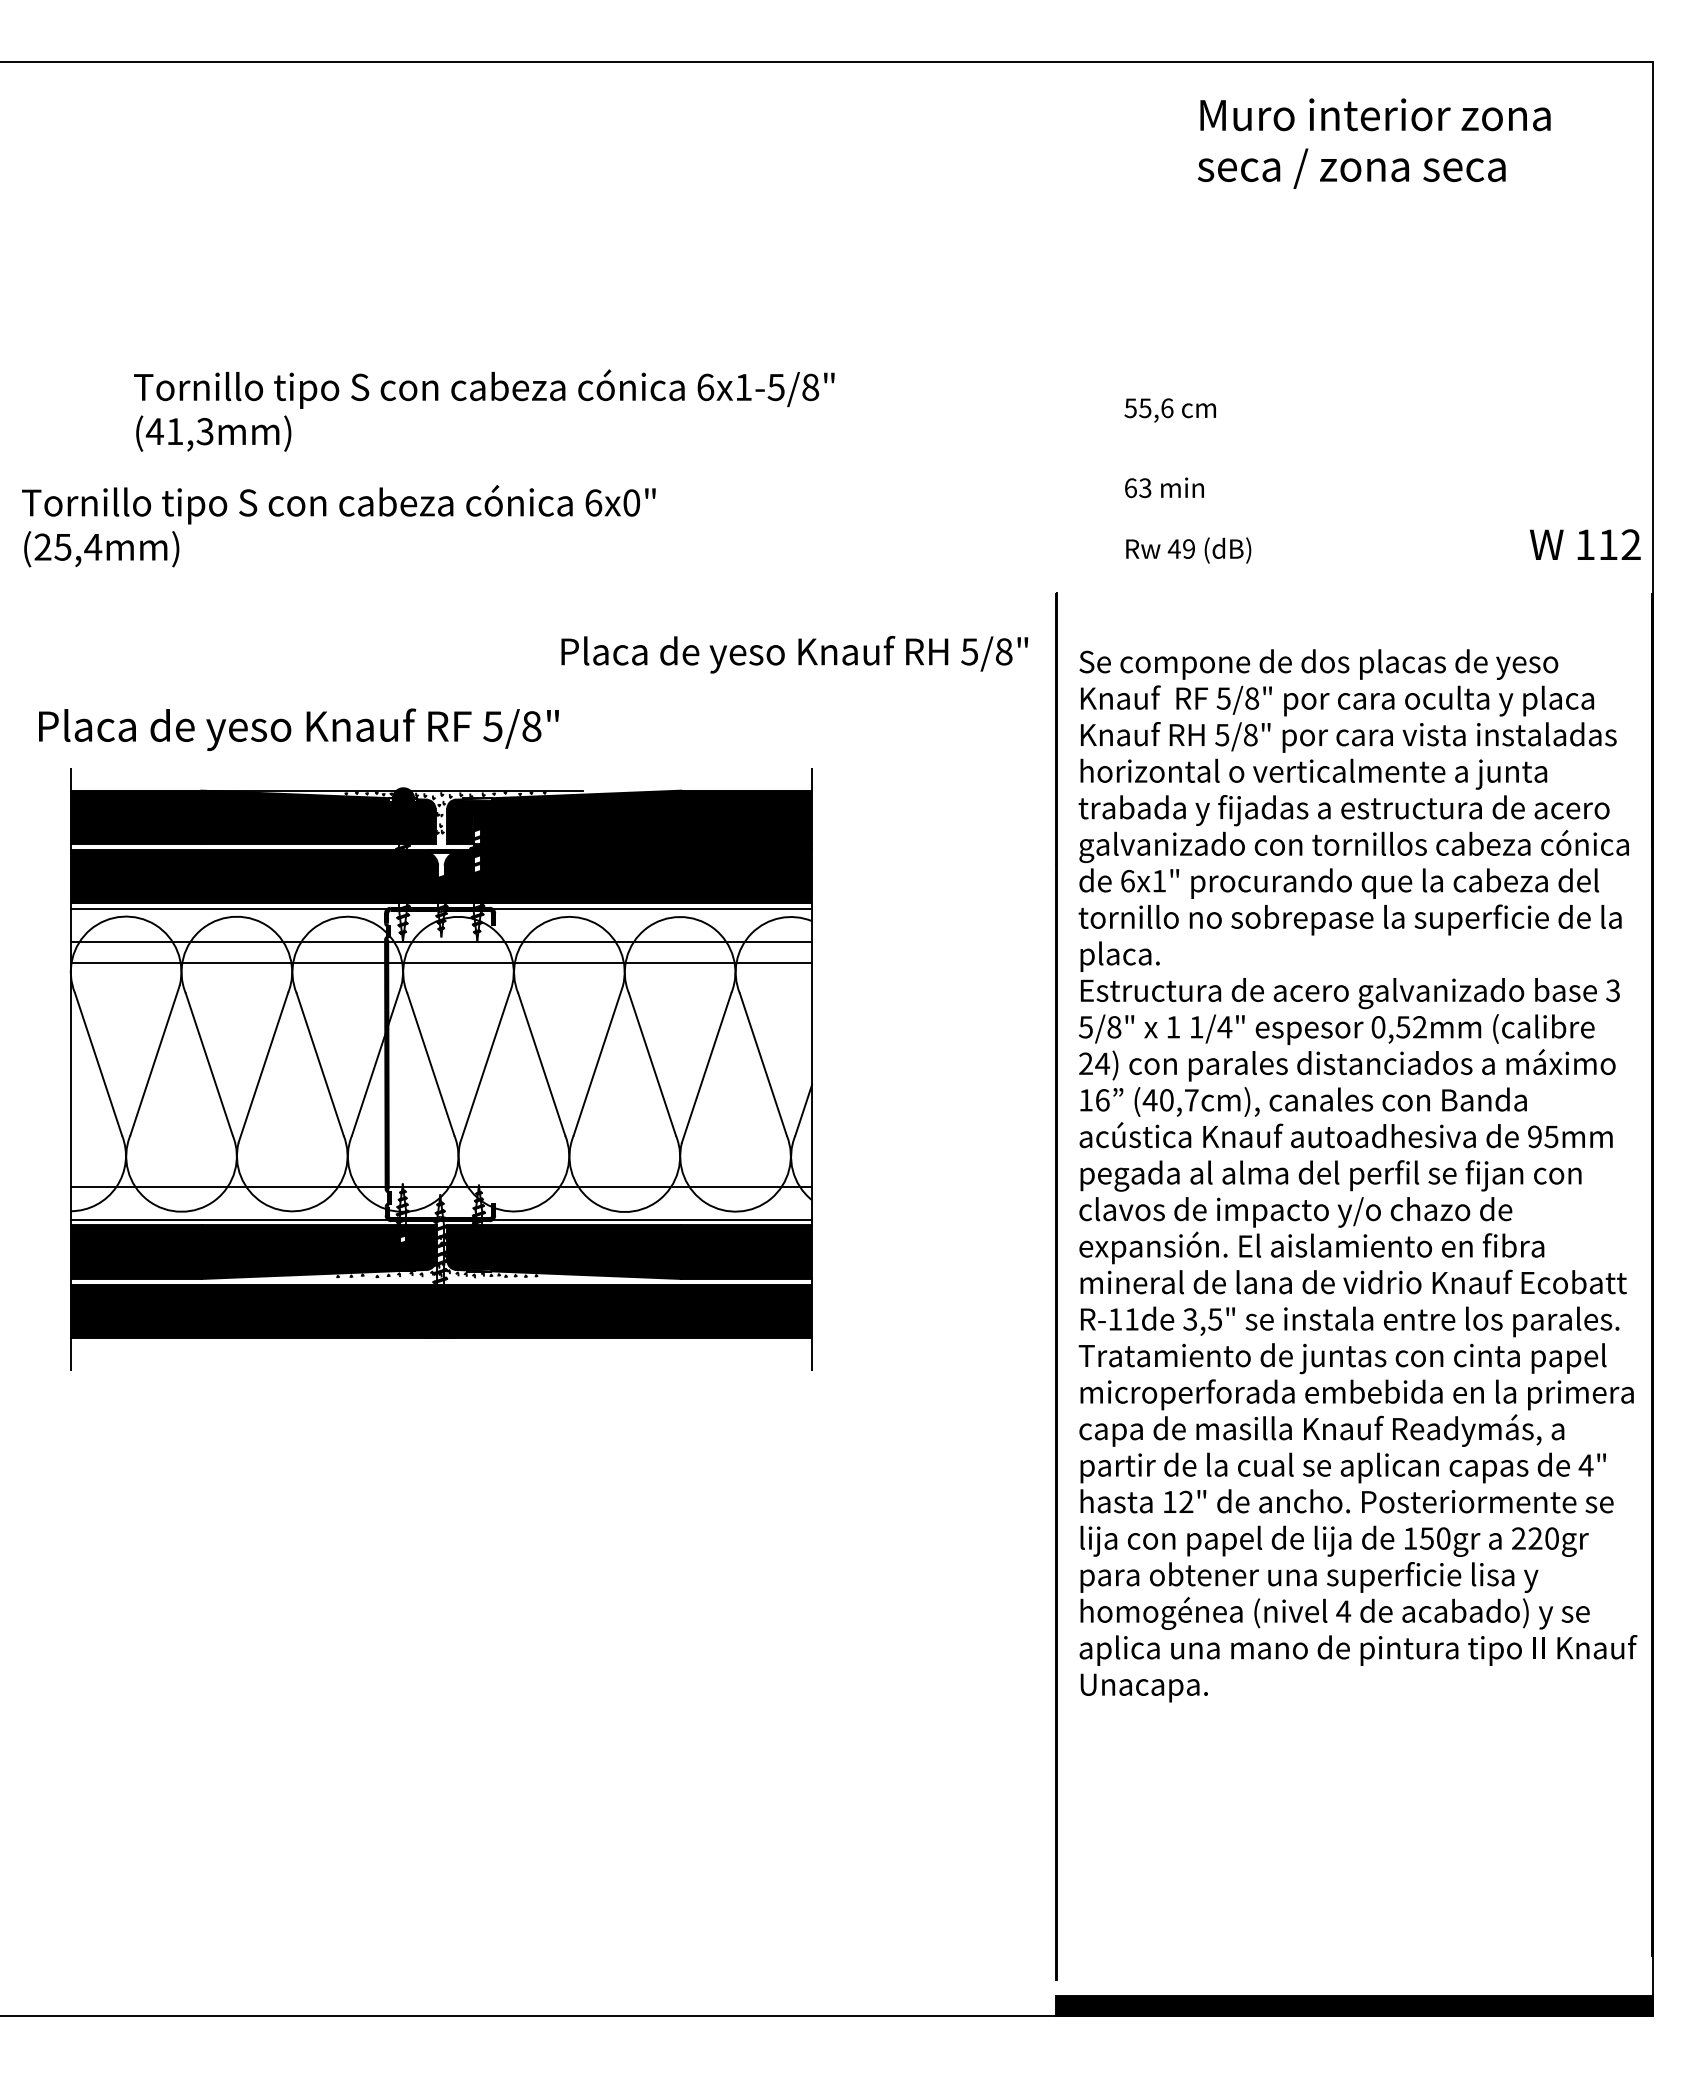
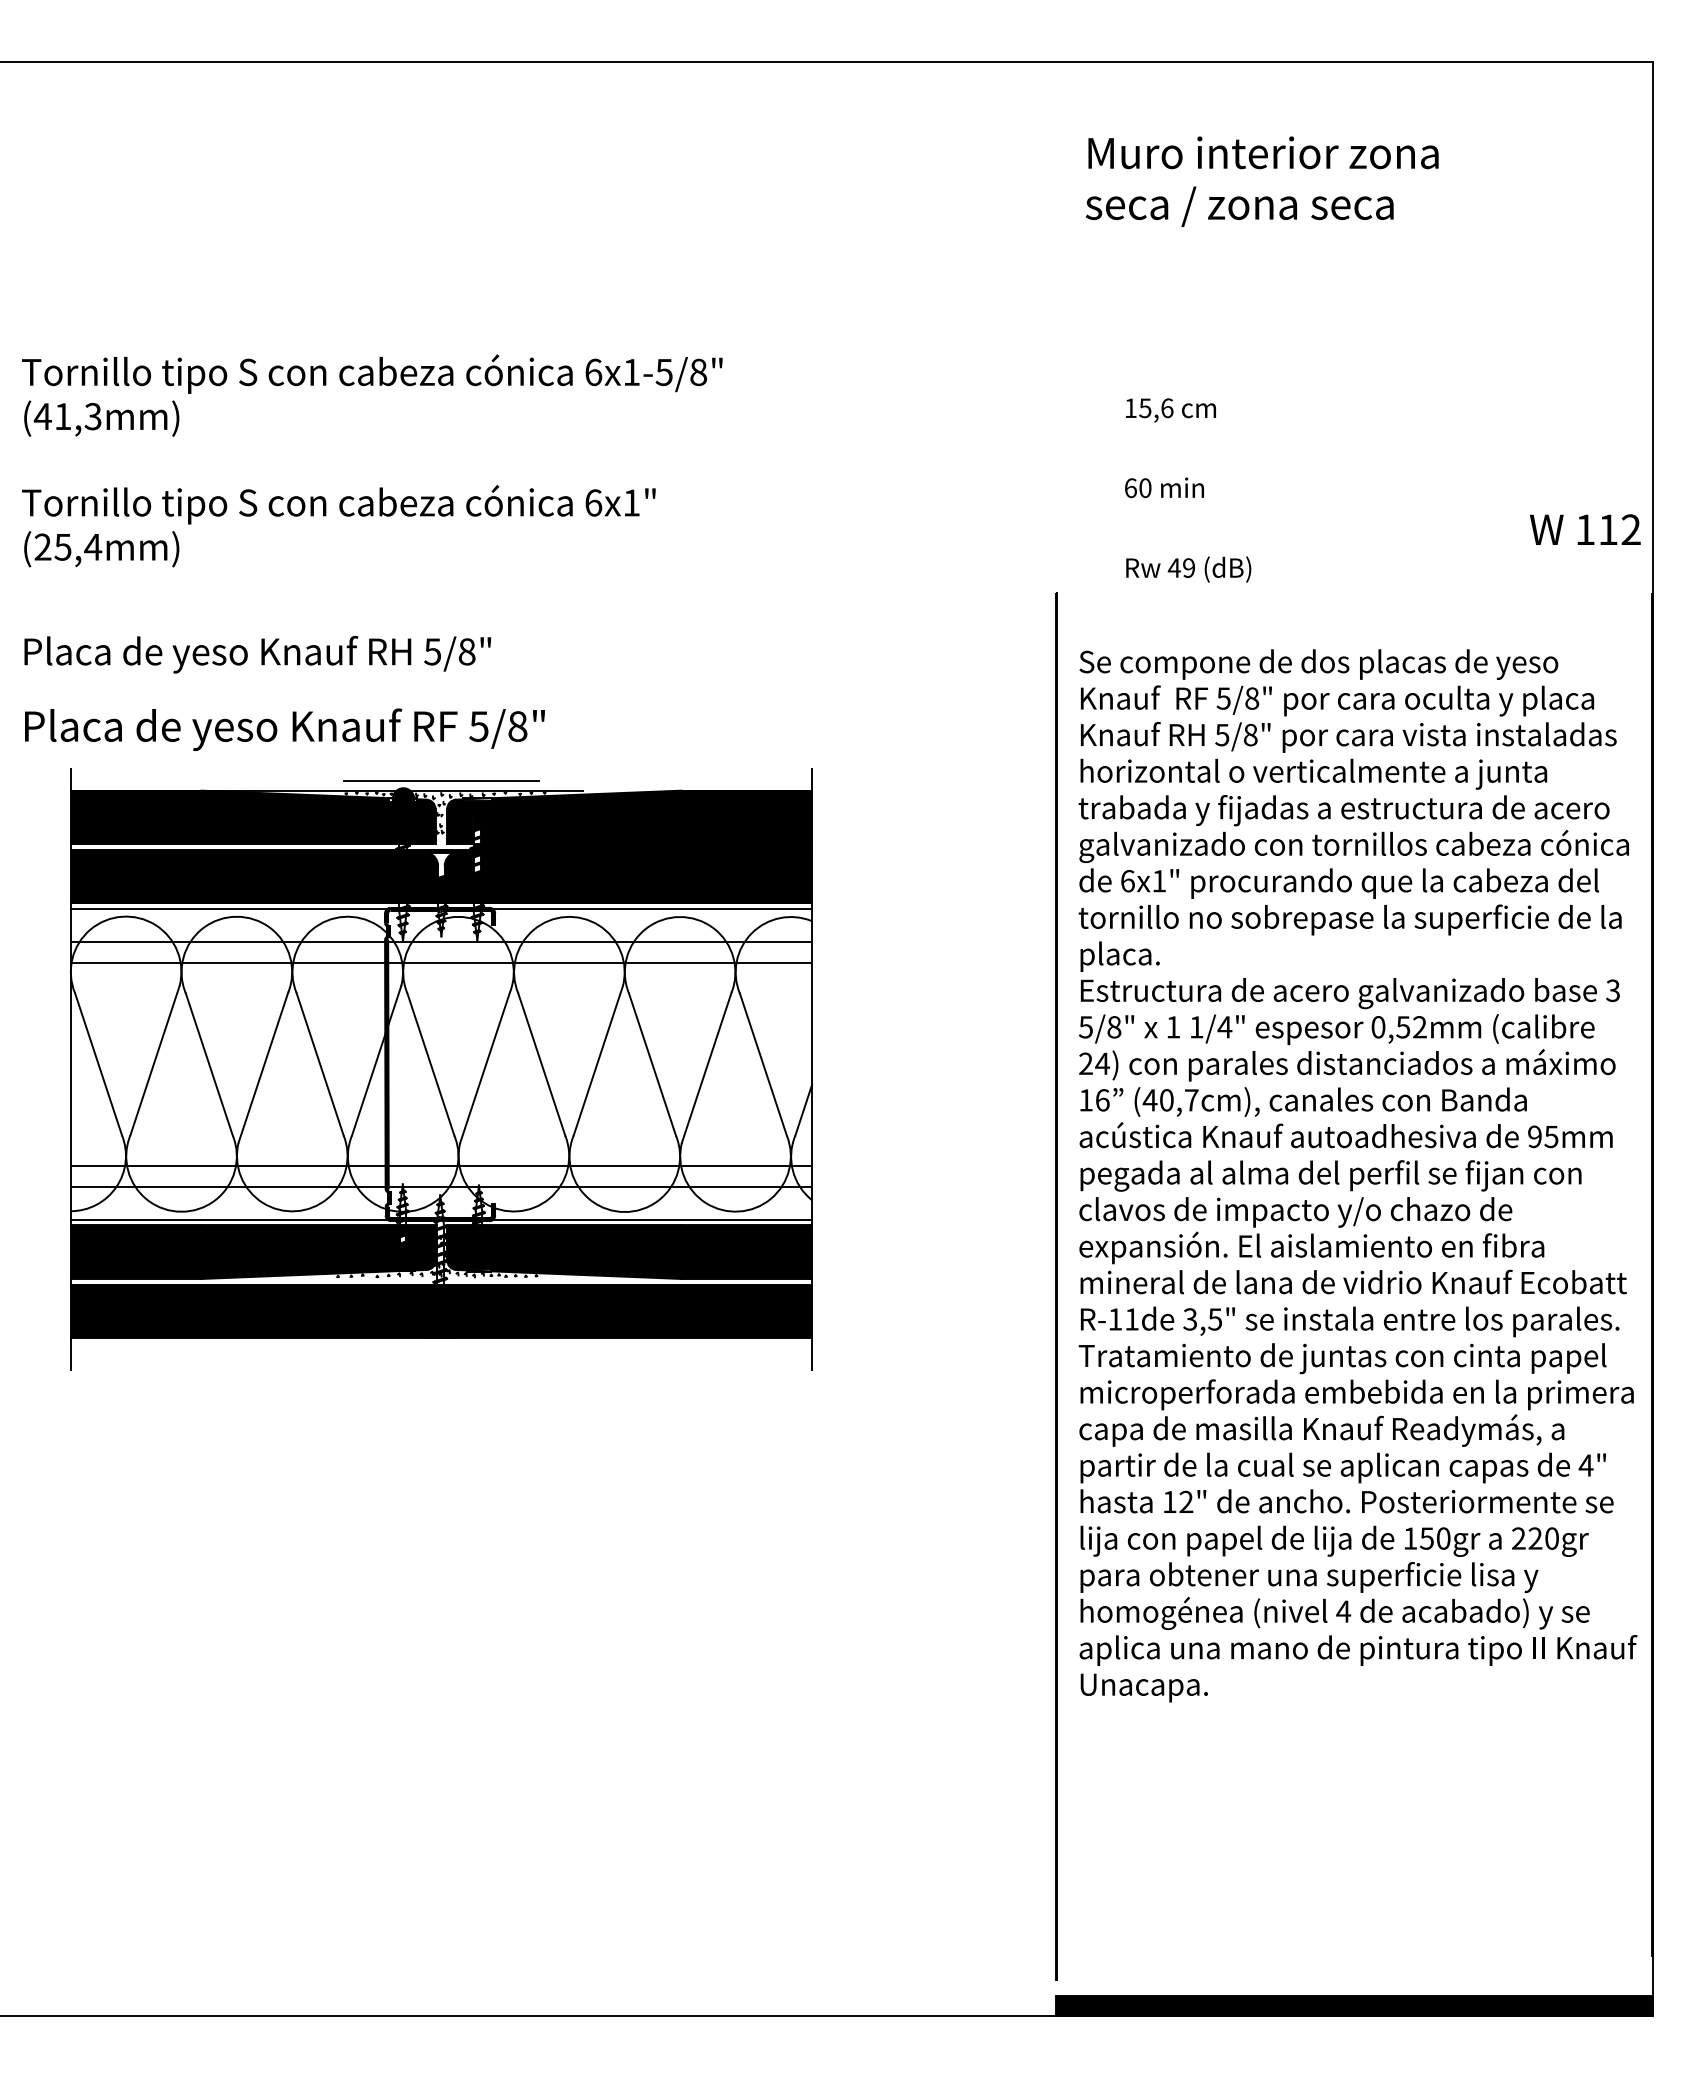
text at (1374, 143) position: (1374, 143) -> (1262, 181)
text at (1130, 408): 55,6 -> 15,6
text at (484, 410) position: (484, 410) -> (372, 395)
text at (1145, 487): 63 -> 60
text at (631, 502): 6x0" -> 6x1"
text at (1585, 544) position: (1585, 544) -> (1585, 529)
text at (1188, 550) position: (1188, 550) -> (1188, 569)
text at (794, 654) position: (794, 654) -> (257, 654)
text at (298, 729) position: (298, 729) -> (284, 729)
line at (440, 780): none -> present
line at (441, 1165): none -> present
